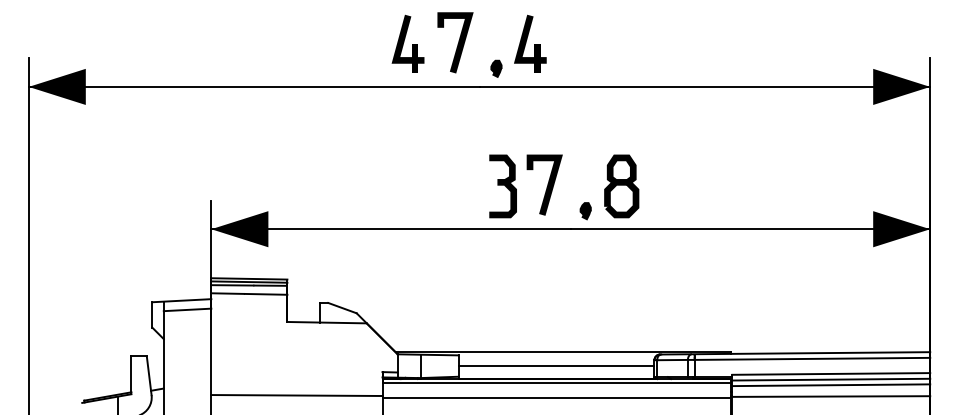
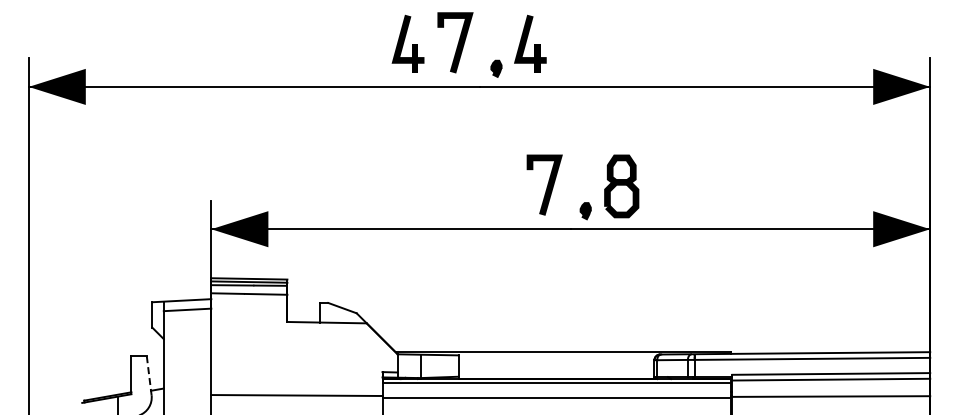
part at (502, 186): present -> none
line at (556, 365): present -> none
line at (149, 375): solid -> dashed
line at (831, 385): present -> none
